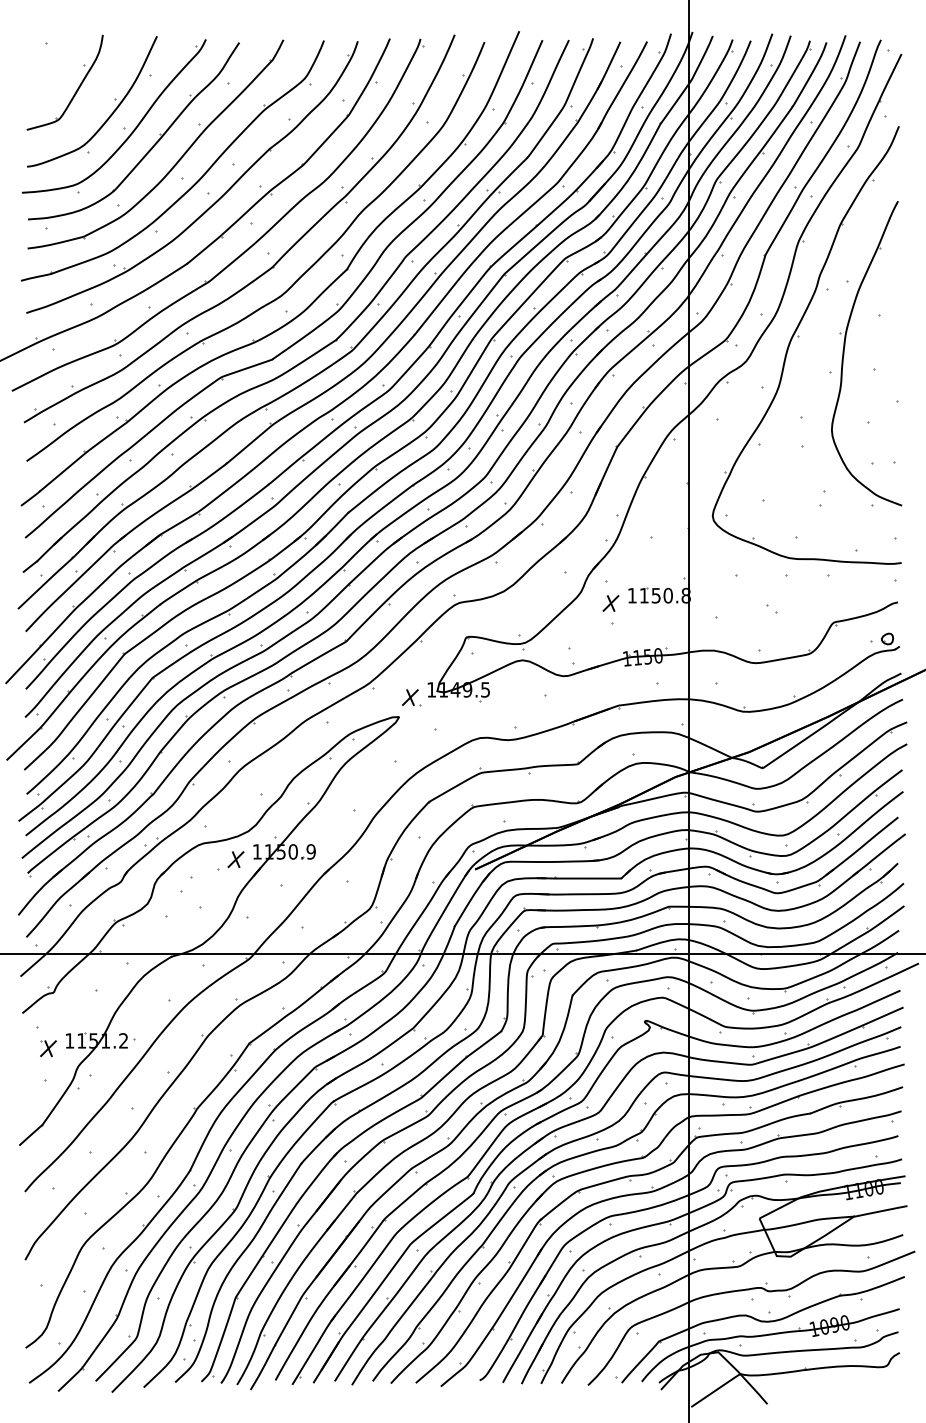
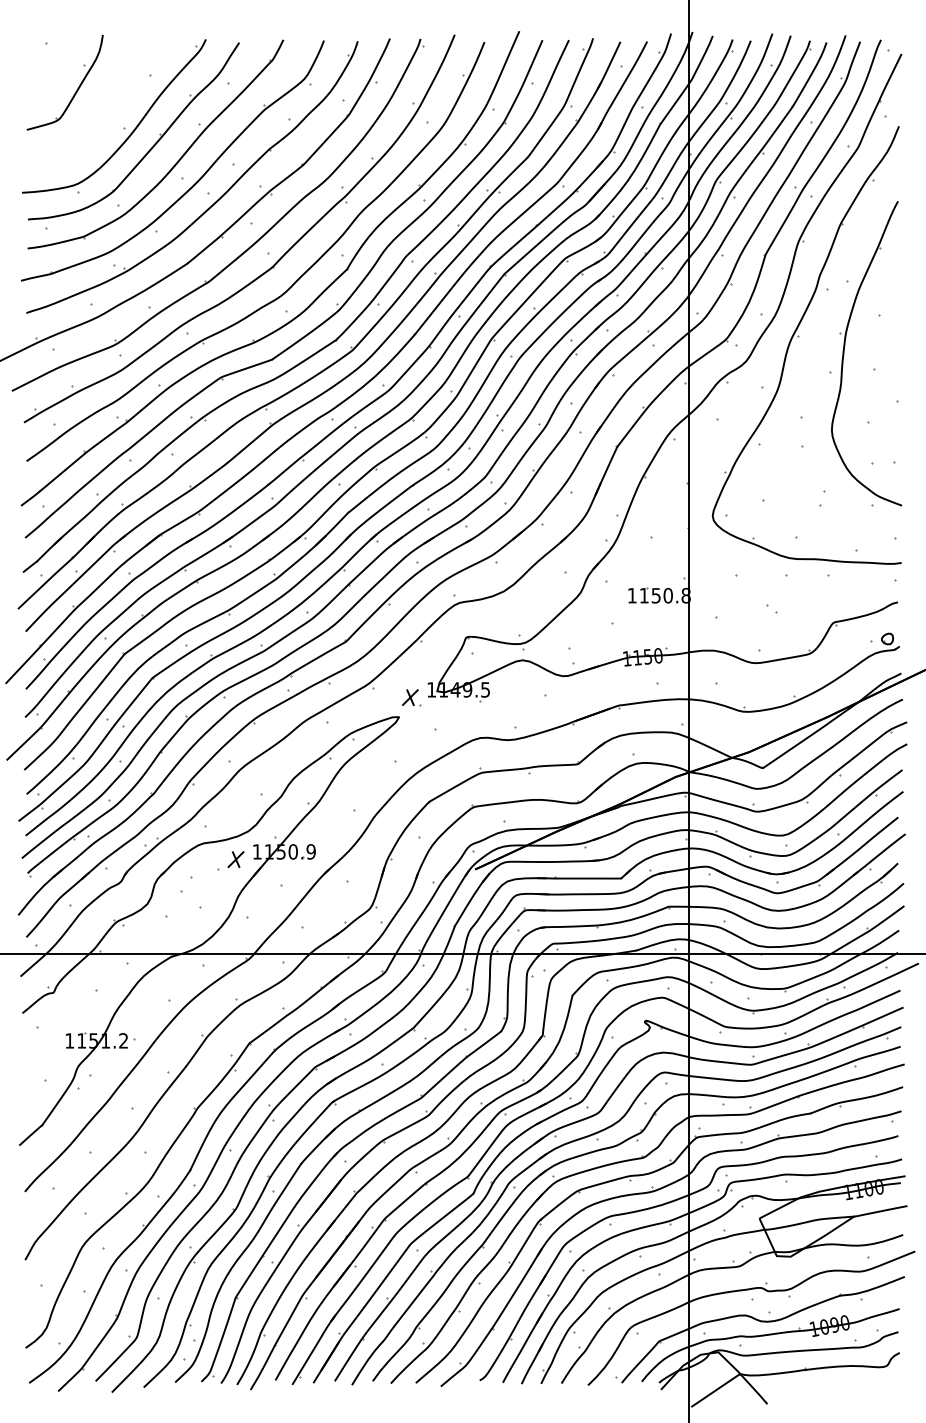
part at (109, 115): present -> none
part at (610, 603): present -> none
part at (48, 1048): present -> none
